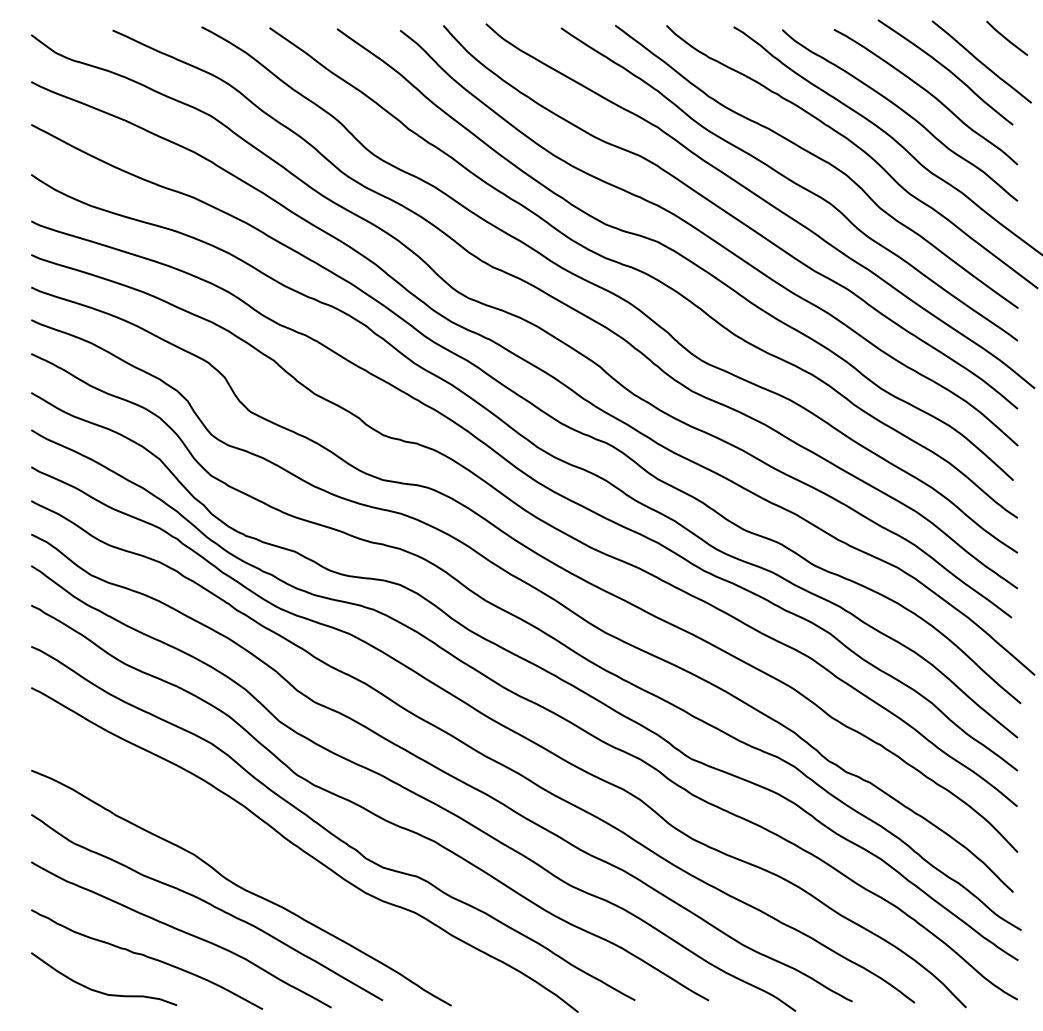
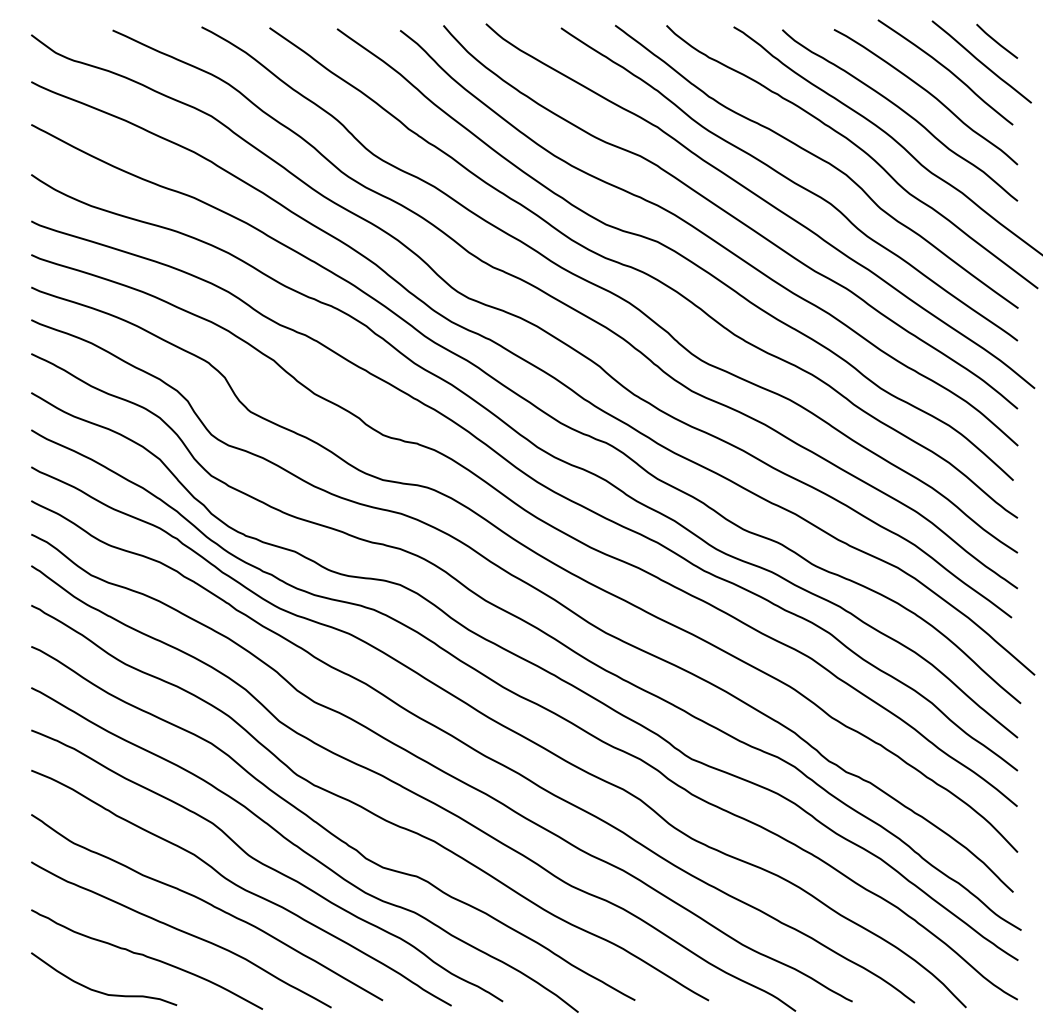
line at (1006, 37) position: (1006, 37) -> (996, 40)
curve at (267, 865): none -> present
